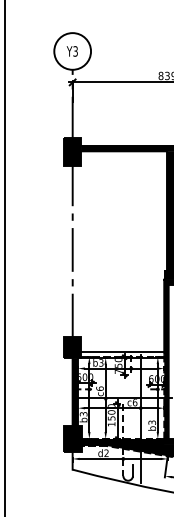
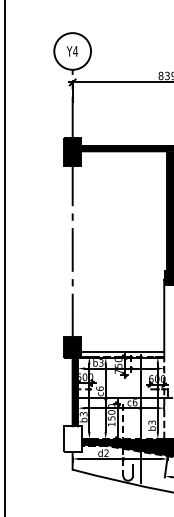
text at (75, 51): Y3 -> Y4
fill at (166, 361): present -> none
fill at (72, 439): present -> none
